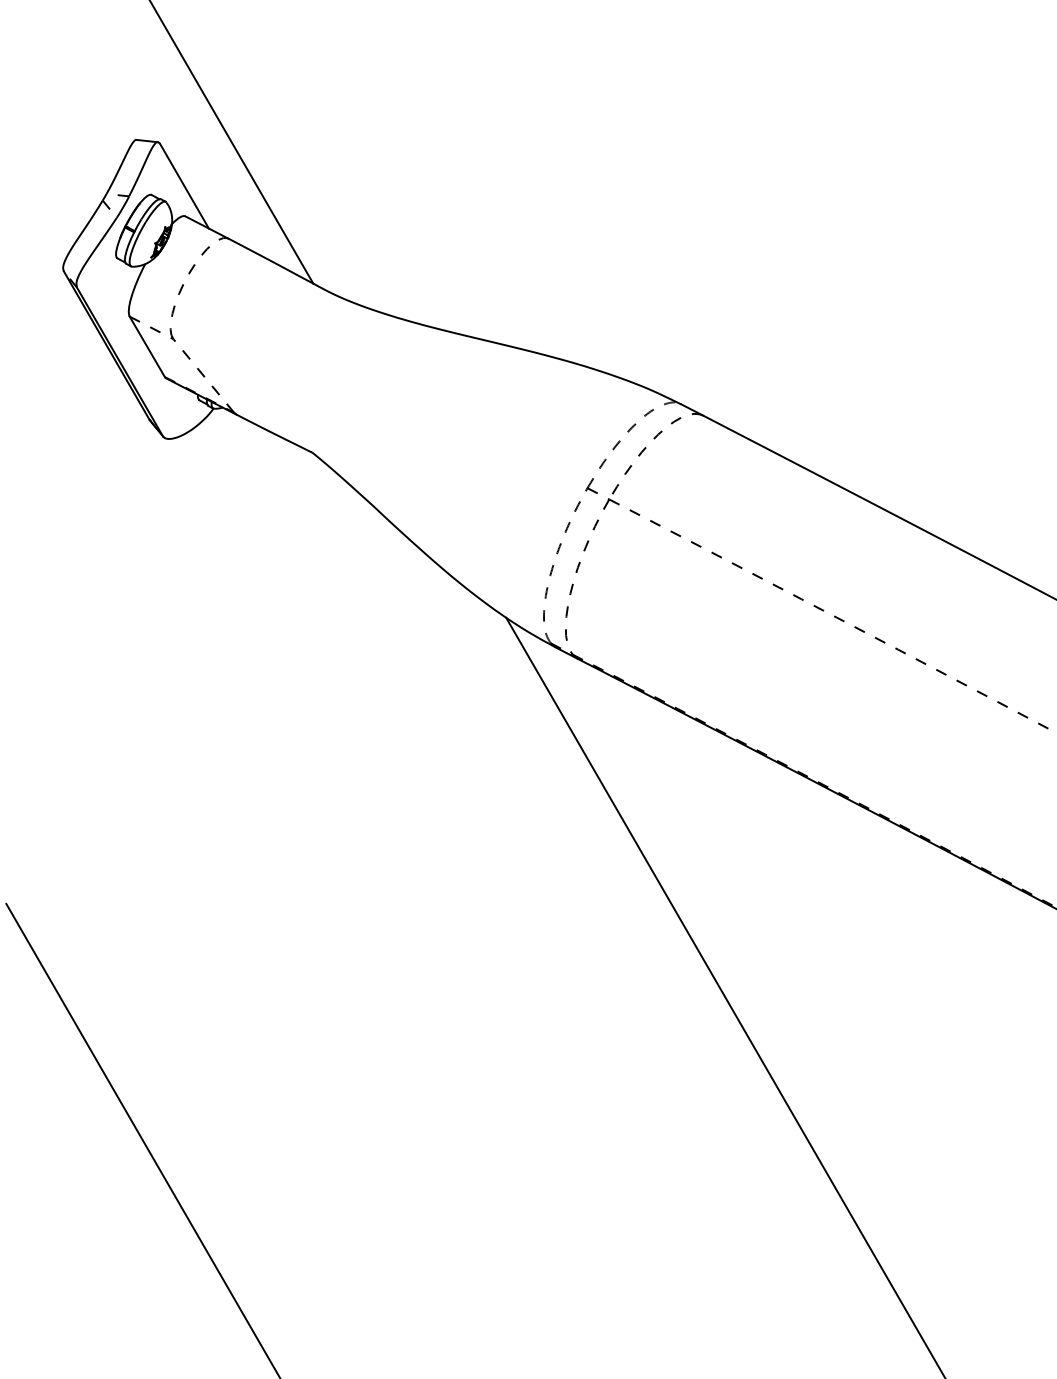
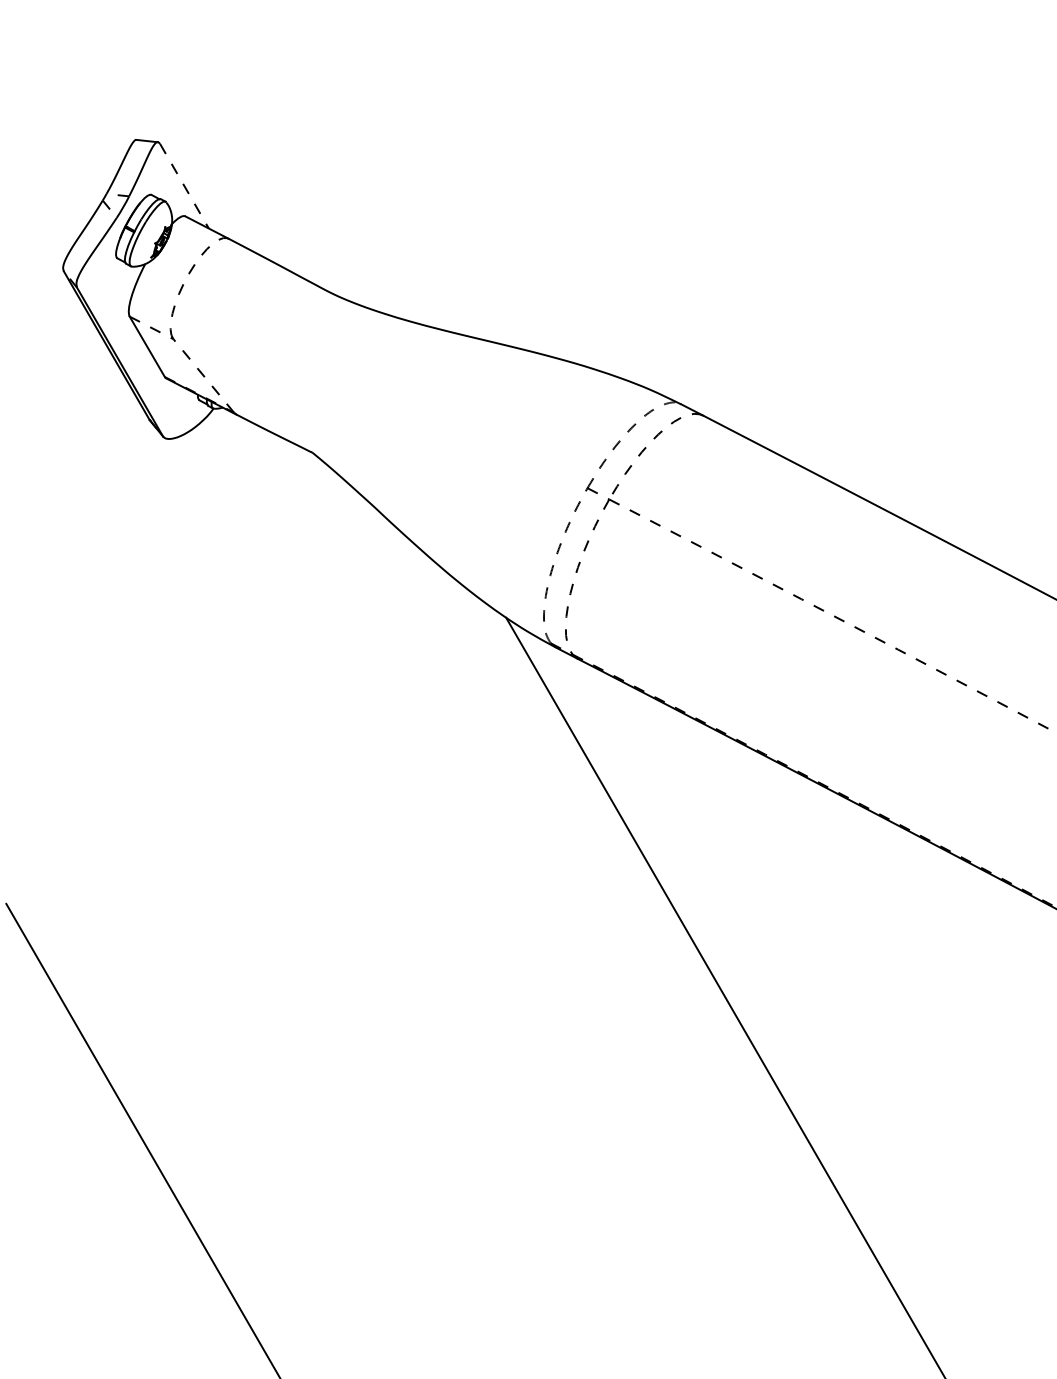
line at (231, 142): present -> none
line at (184, 186): solid -> dashed
